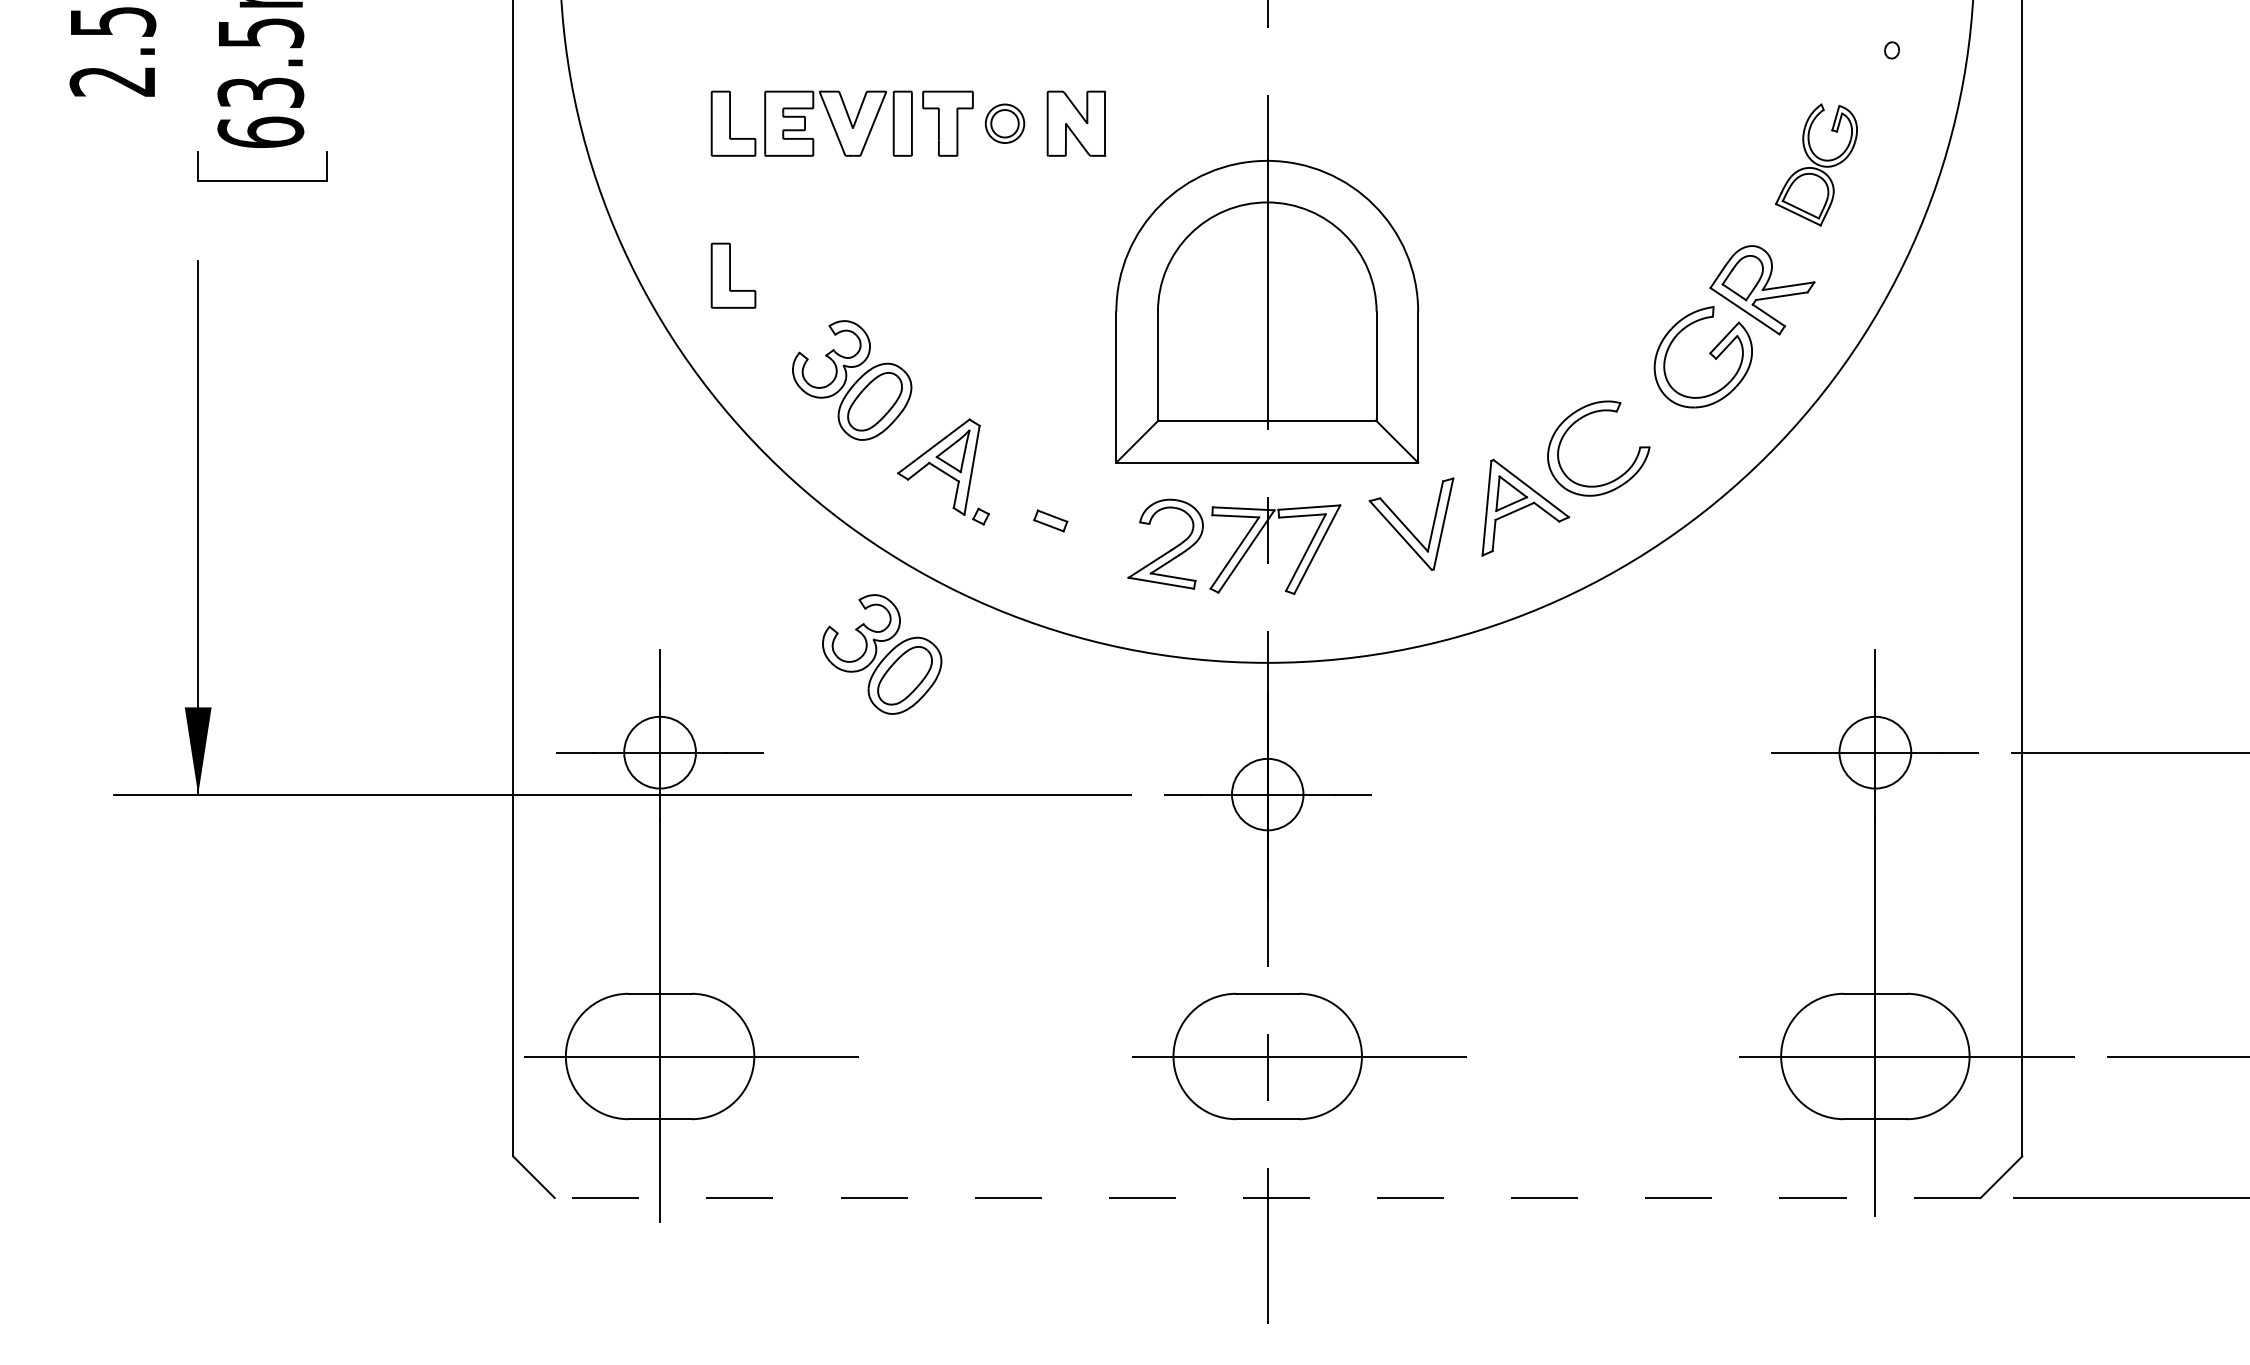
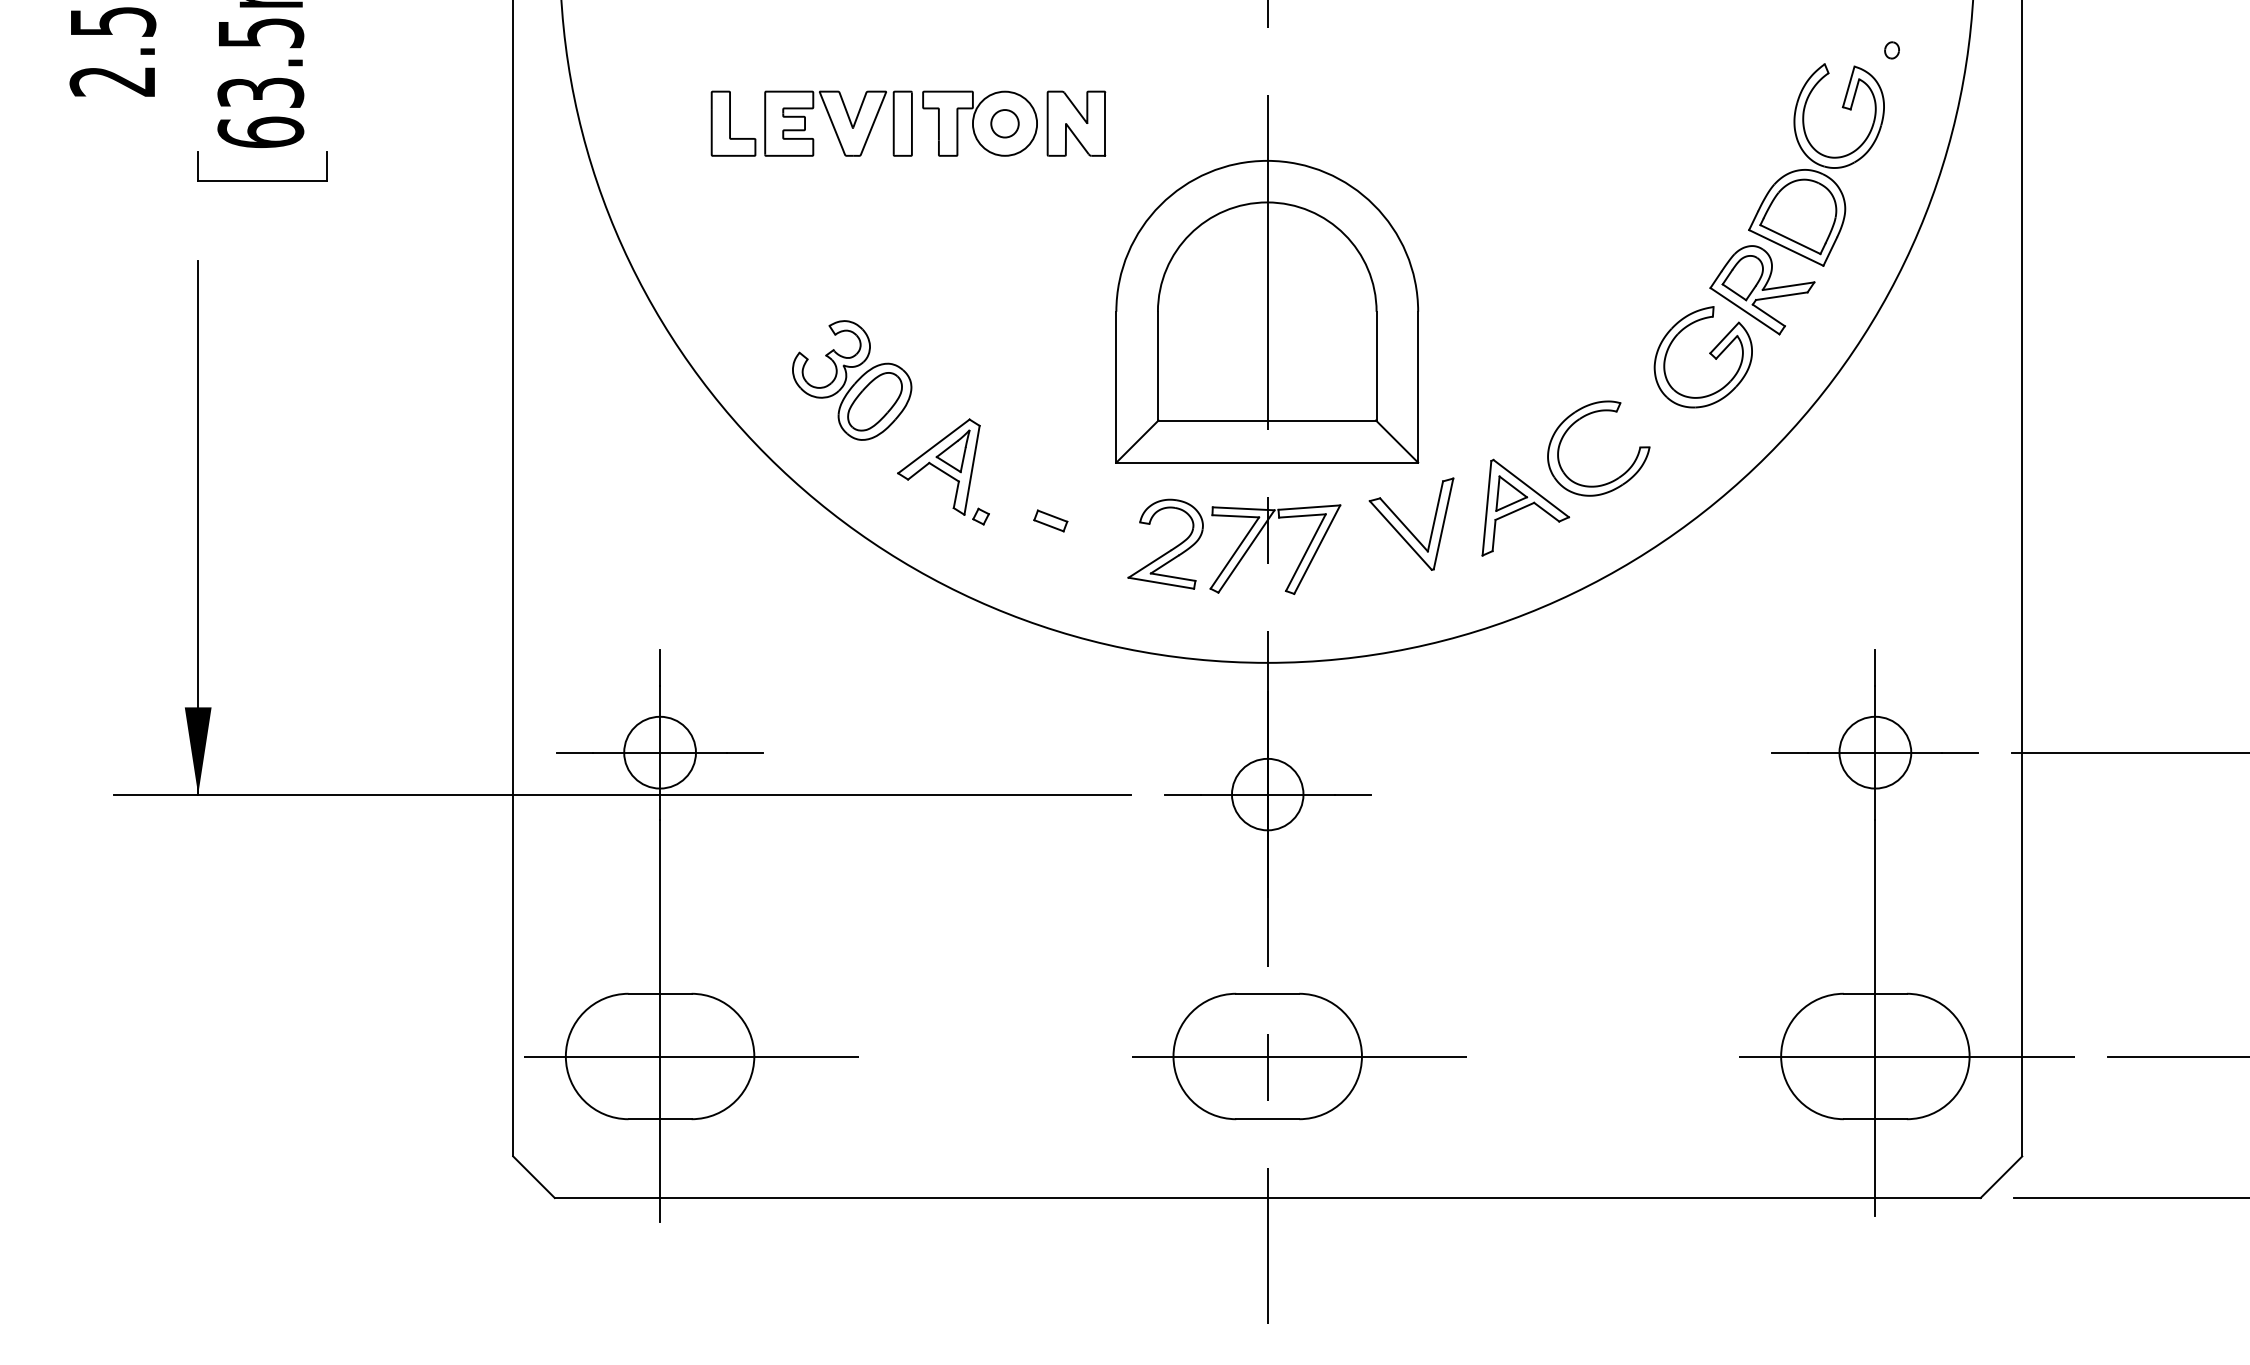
circle at (1004, 123) diameter: 38 px -> 64 px
part at (1816, 164) size: 83x124 px -> 137x204 px
part at (733, 275): present -> none
part at (882, 654): present -> none
line at (1267, 1198): dashed -> solid
